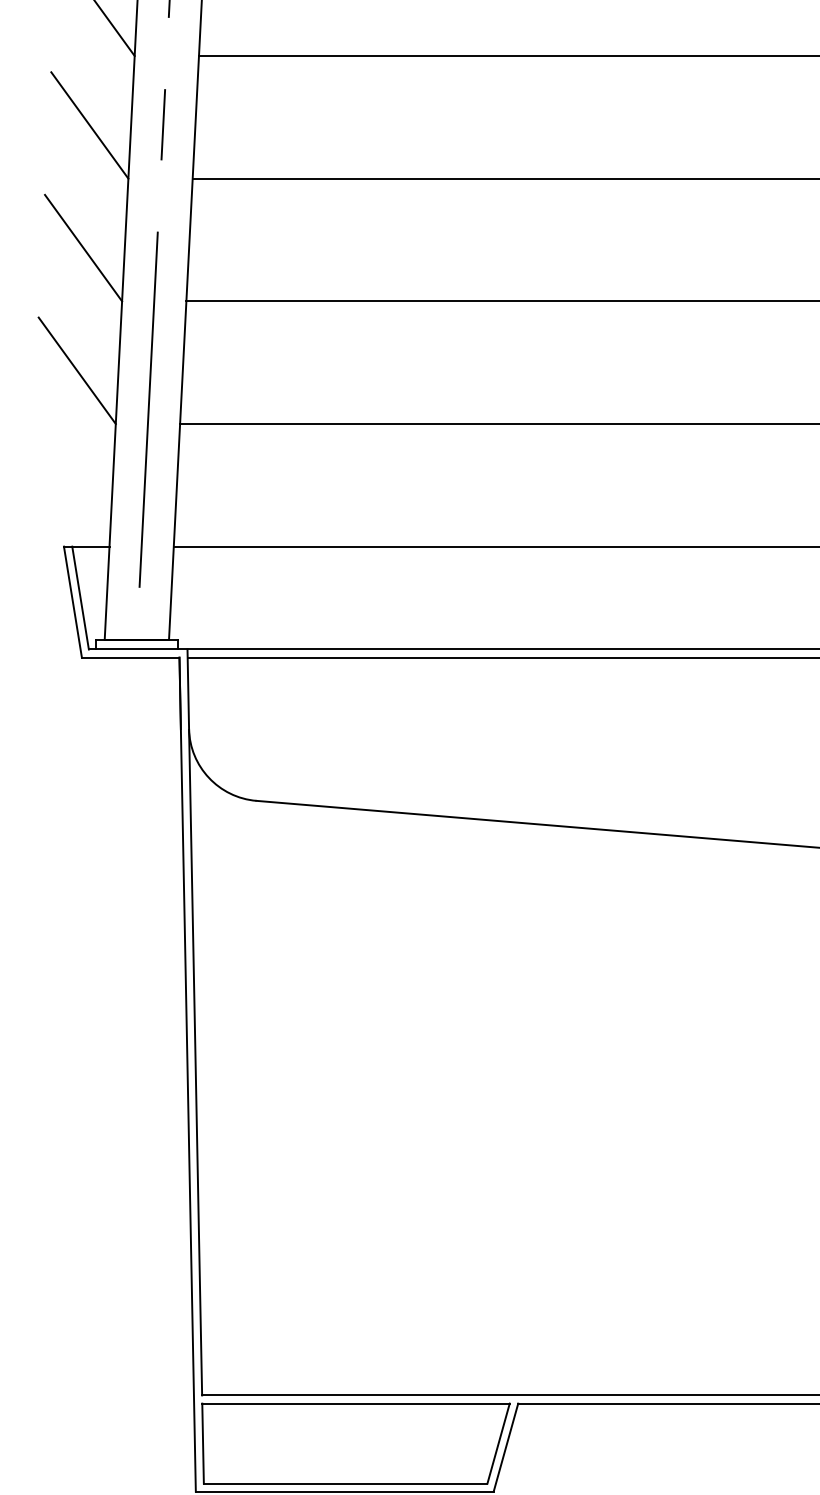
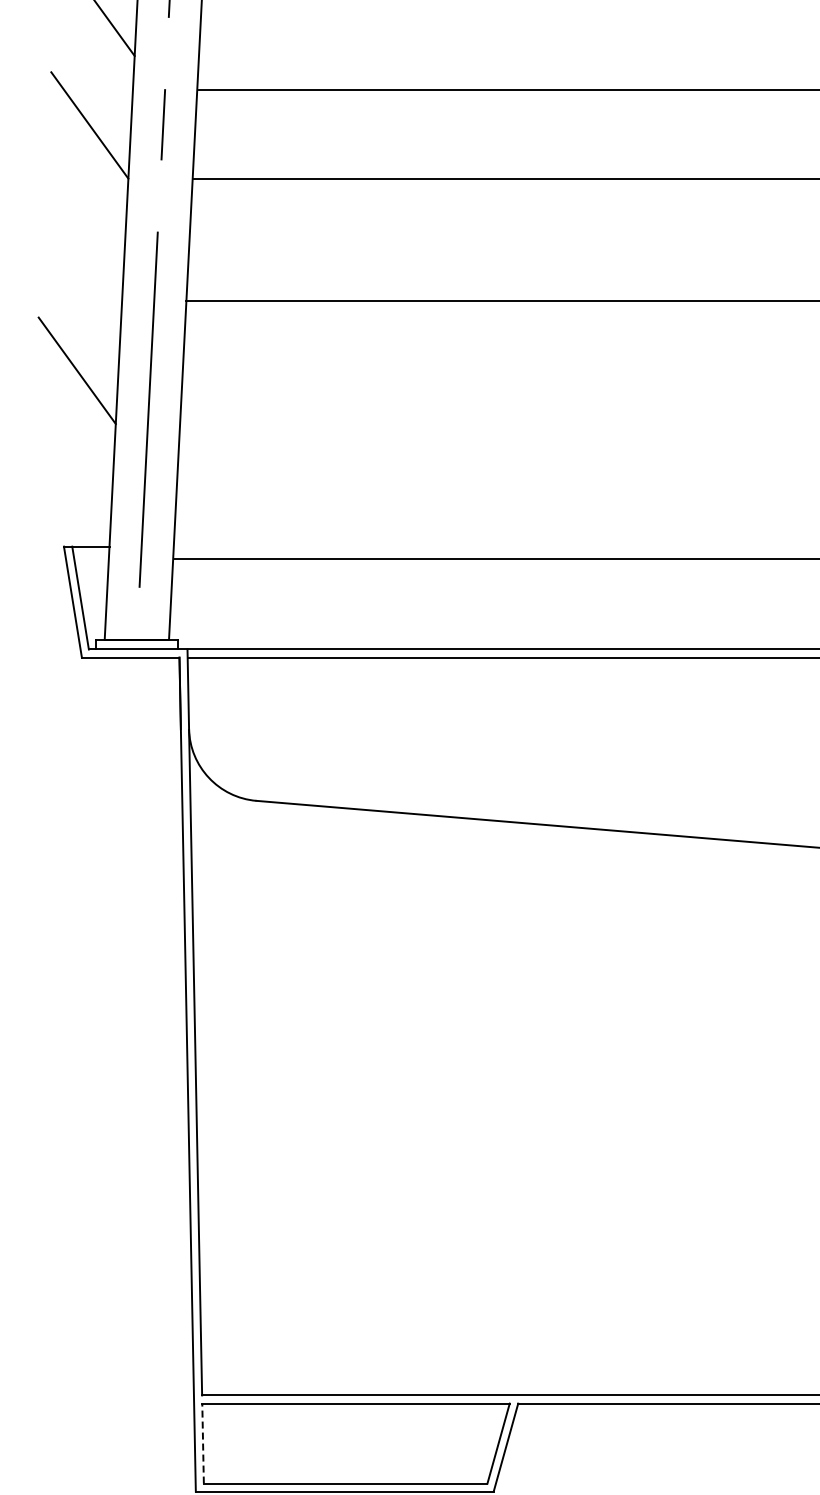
line at (507, 56) position: (507, 56) -> (507, 90)
line at (83, 247): present -> none
line at (498, 423): present -> none
line at (494, 546) position: (494, 546) -> (494, 558)
line at (203, 1443): solid -> dashed
